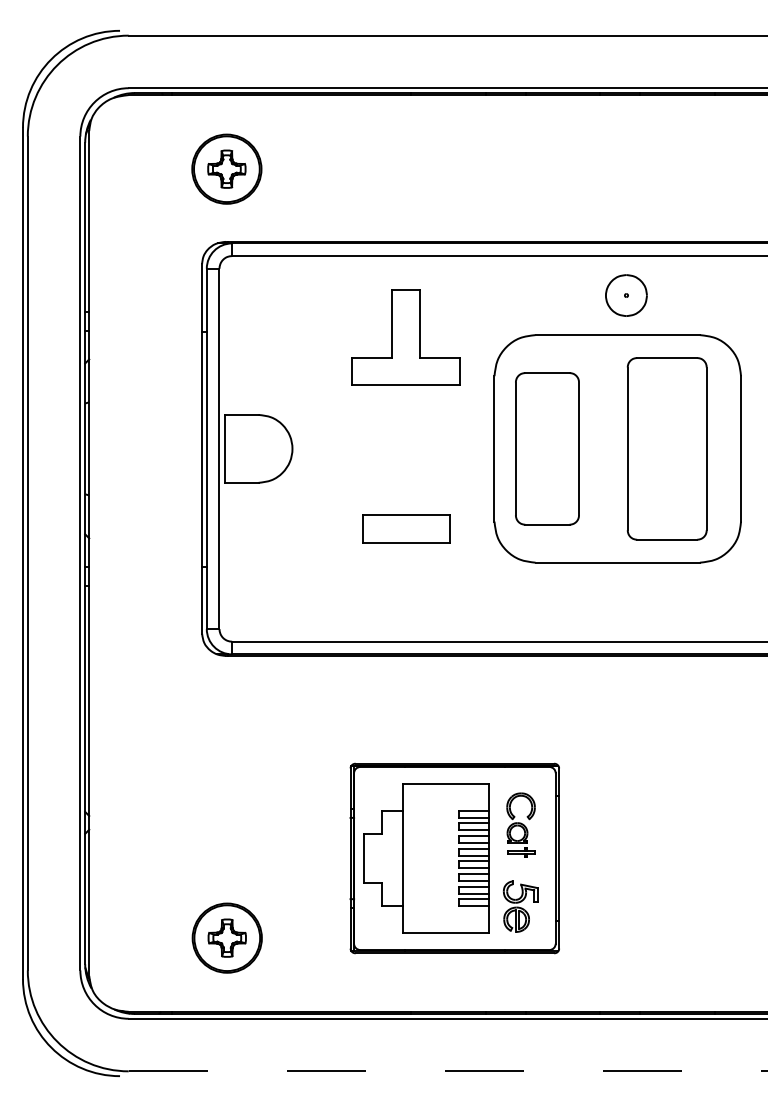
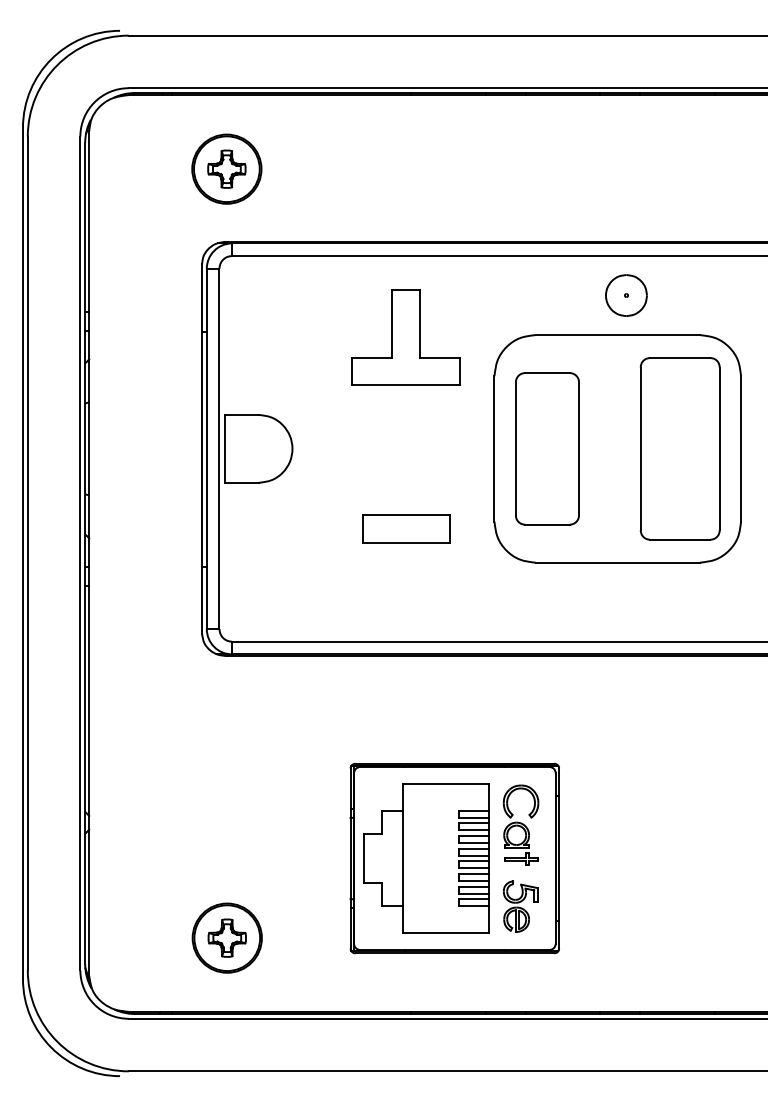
part at (666, 448) position: (666, 448) -> (679, 448)
part at (520, 824) size: 30x66 px -> 38x82 px
line at (448, 1071): dashed -> solid
